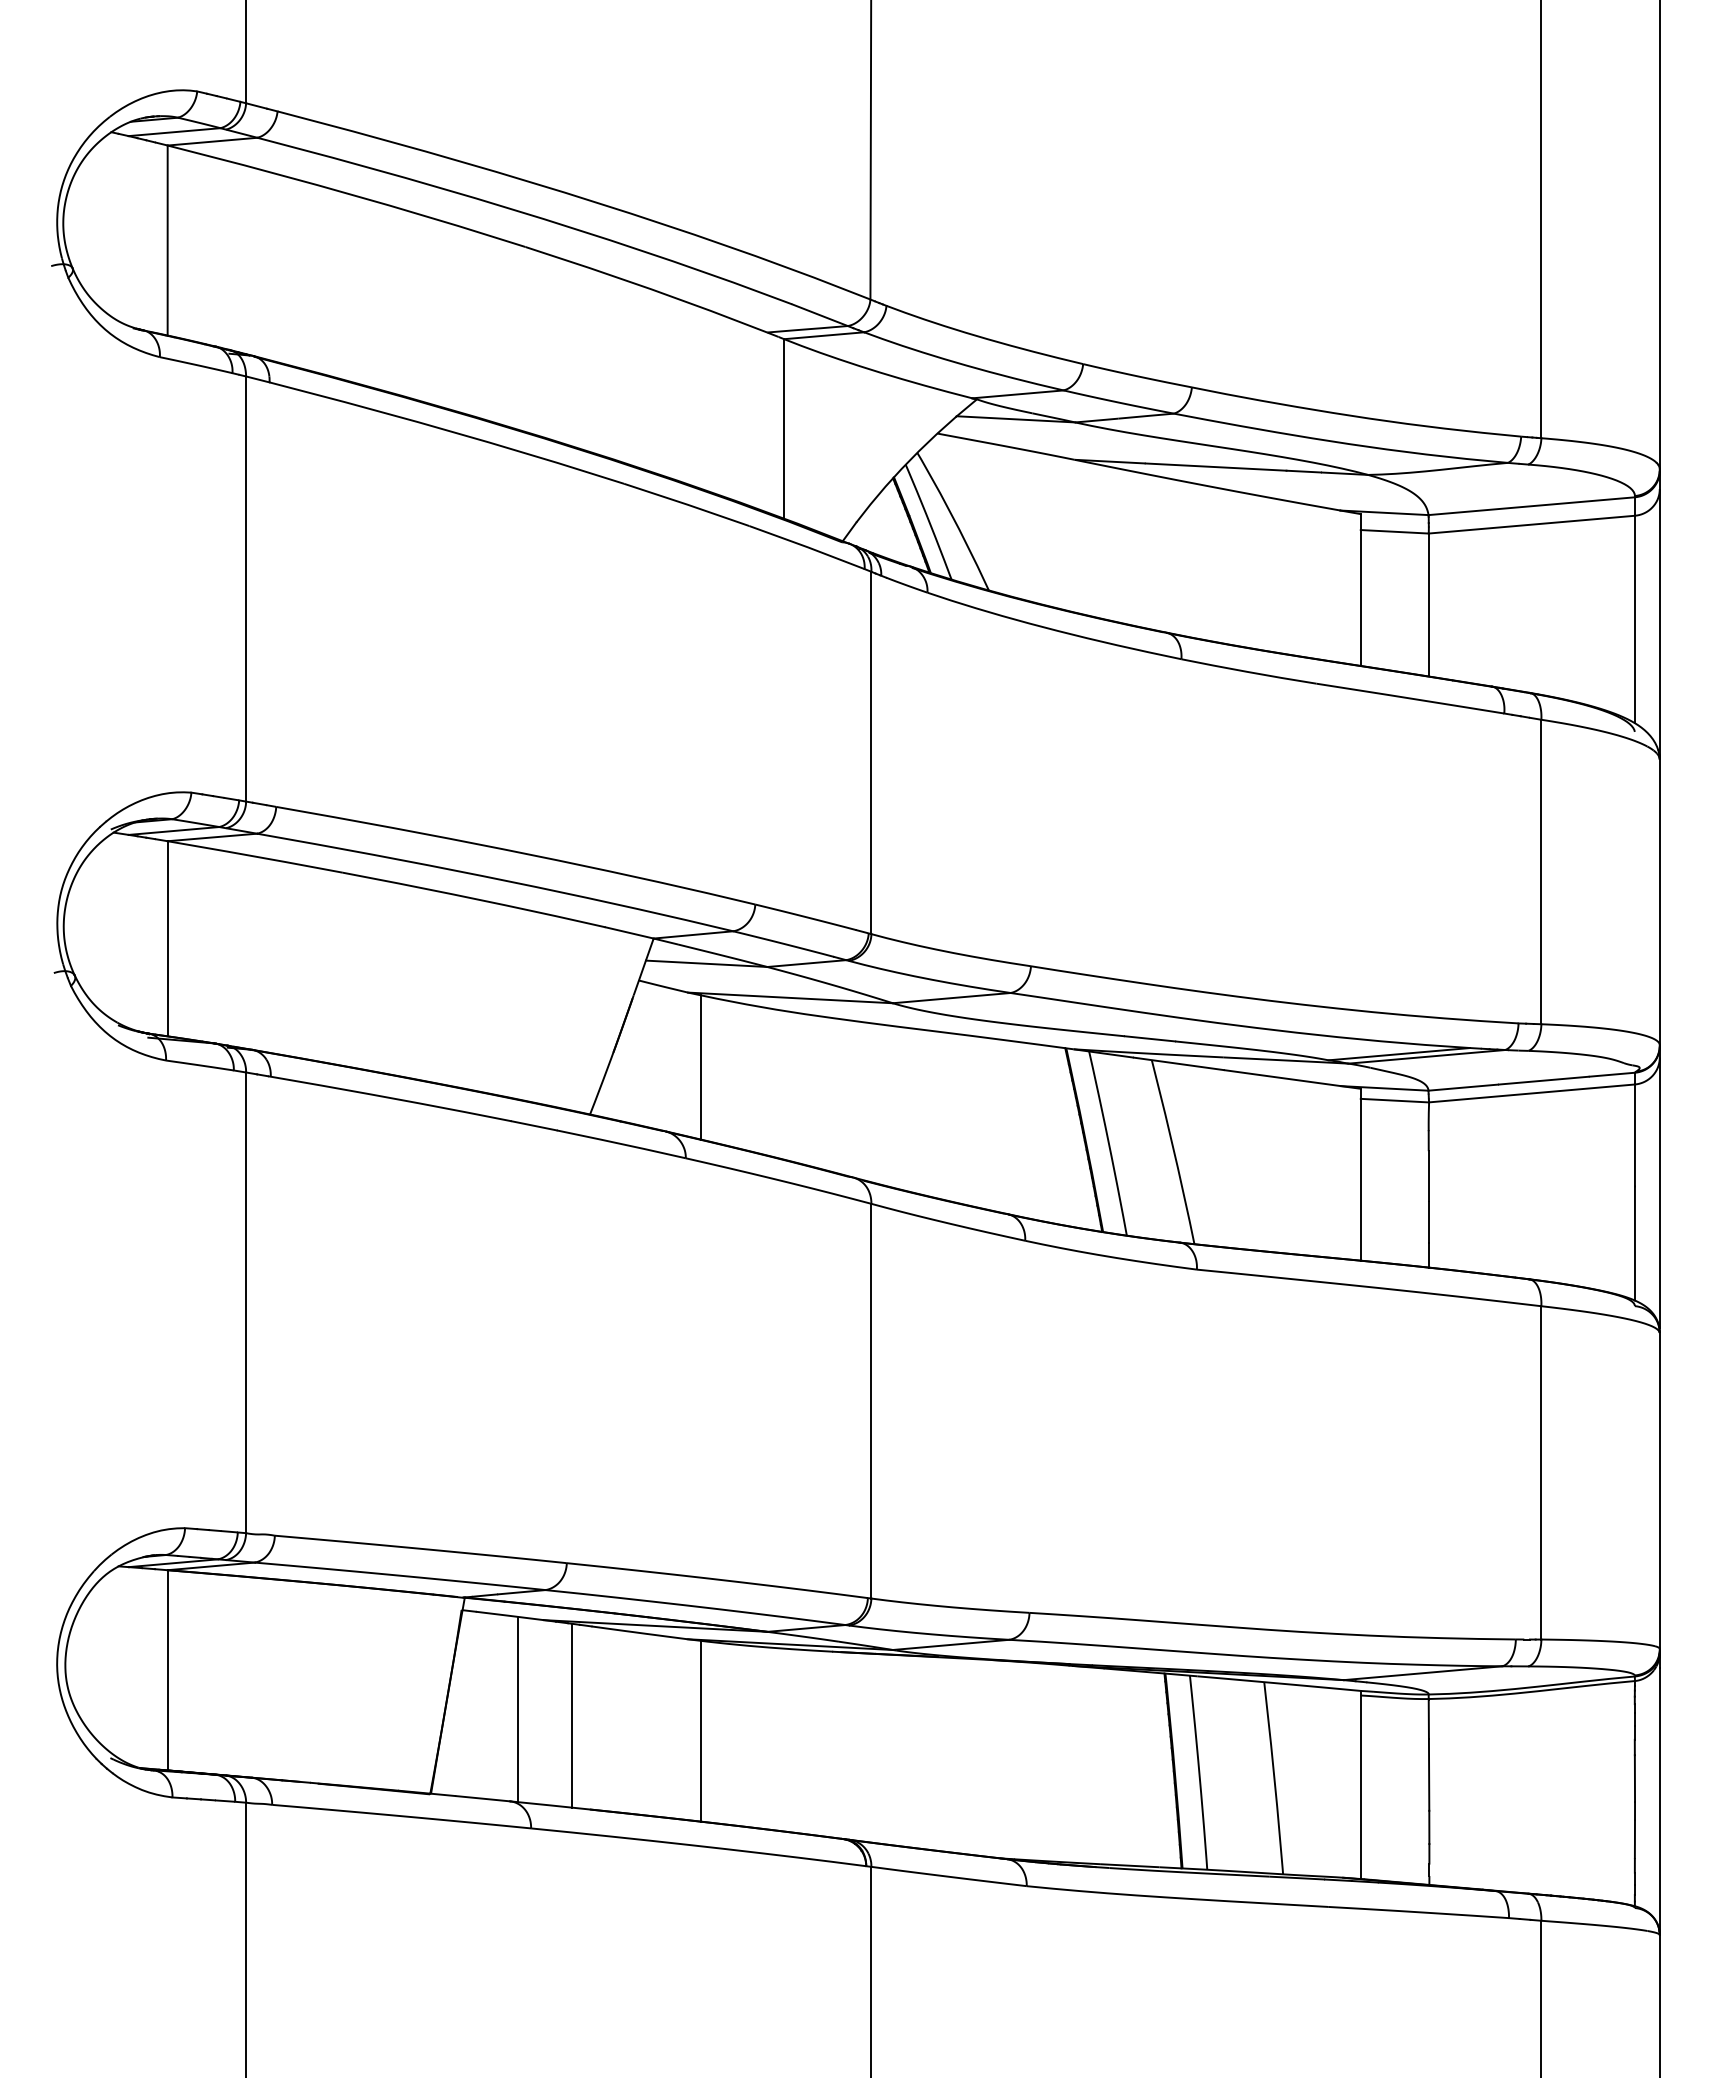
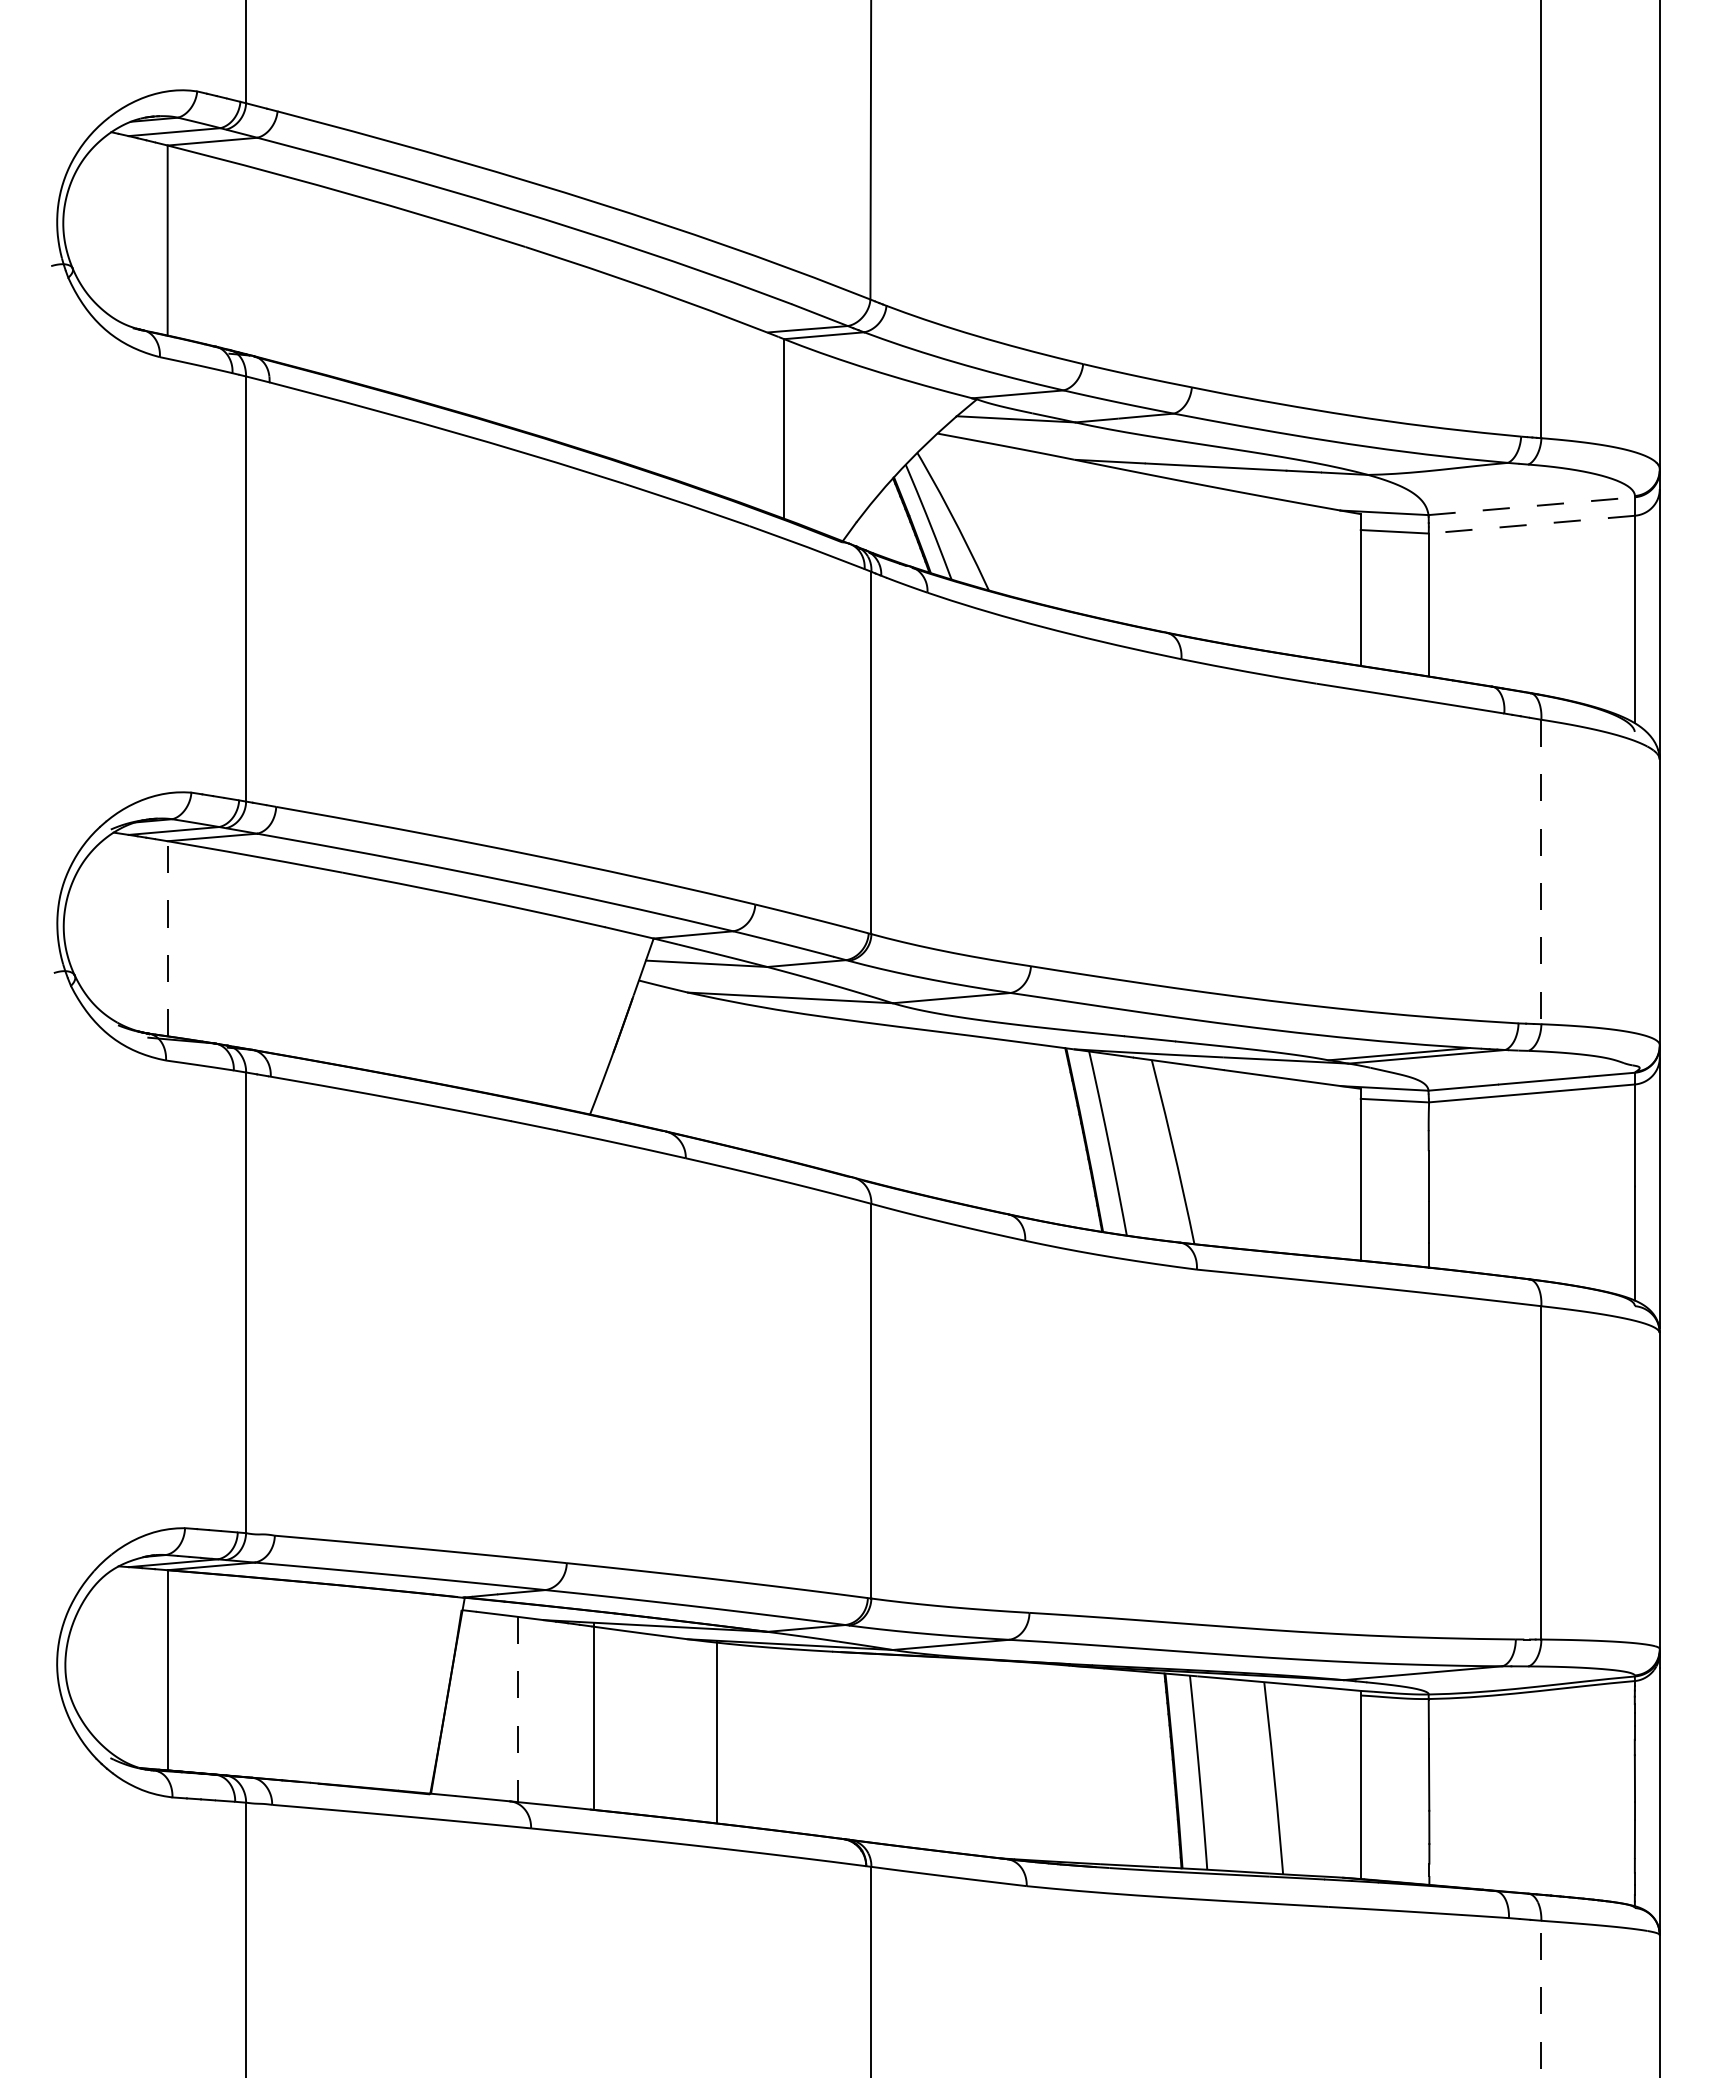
line at (1531, 506): solid -> dashed
line at (1531, 524): solid -> dashed
line at (1541, 872): solid -> dashed
line at (167, 938): solid -> dashed
line at (701, 1067): present -> none
line at (517, 1709): solid -> dashed
line at (572, 1715) position: (572, 1715) -> (594, 1715)
line at (701, 1730) position: (701, 1730) -> (717, 1730)
line at (1541, 1998): solid -> dashed
